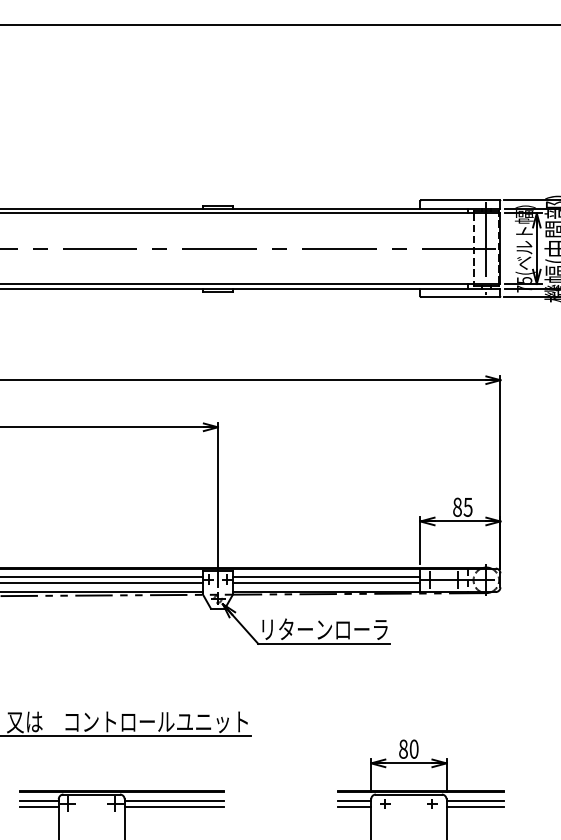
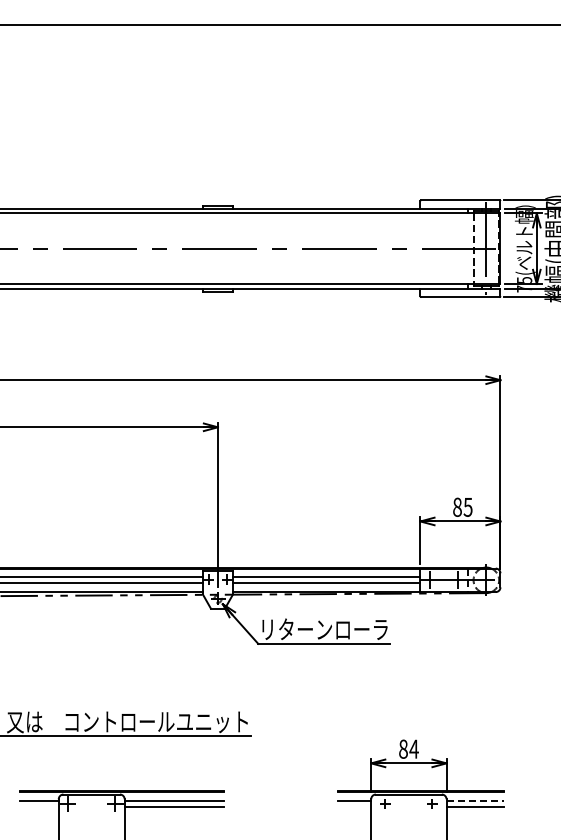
text at (413, 748): 80 -> 84
line at (475, 800): solid -> dashed
line at (39, 807): present -> none
line at (354, 807): present -> none
